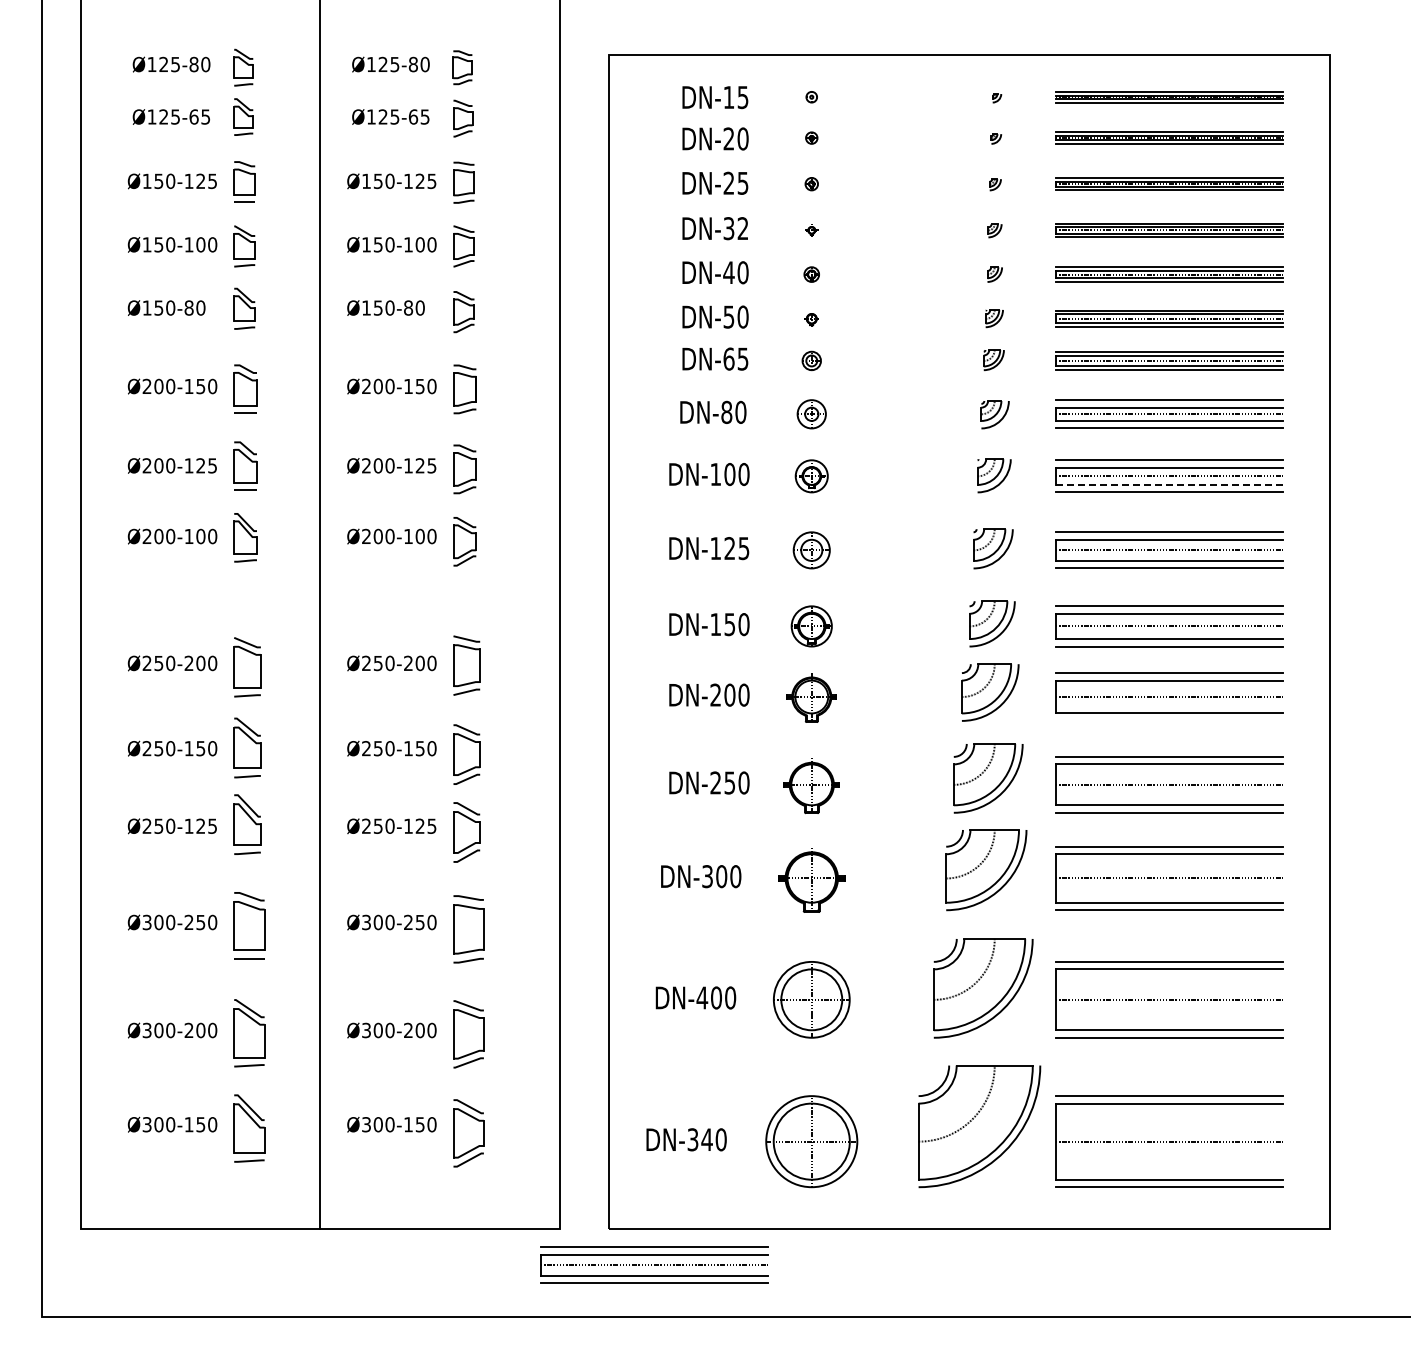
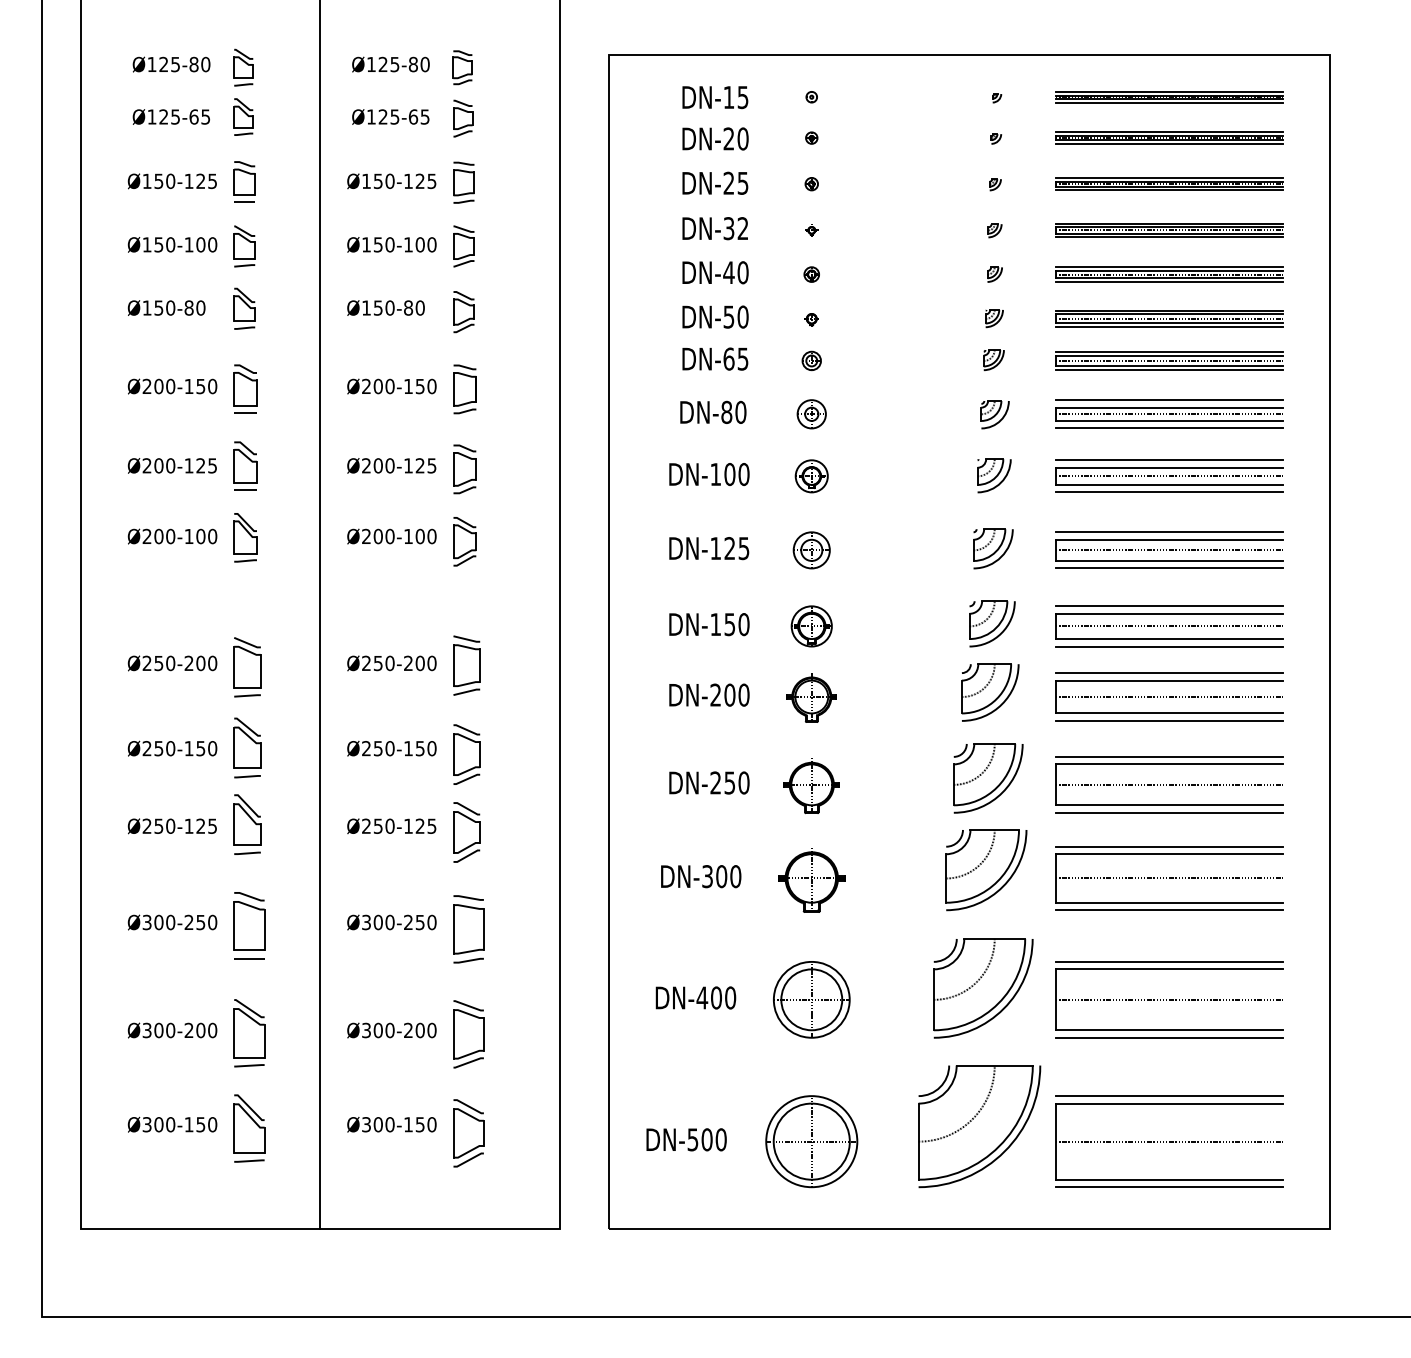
line at (1169, 484): dashed -> solid
line at (1169, 720): none -> present
text at (700, 1139): DN-340 -> DN-500
part at (654, 1264): present -> none
